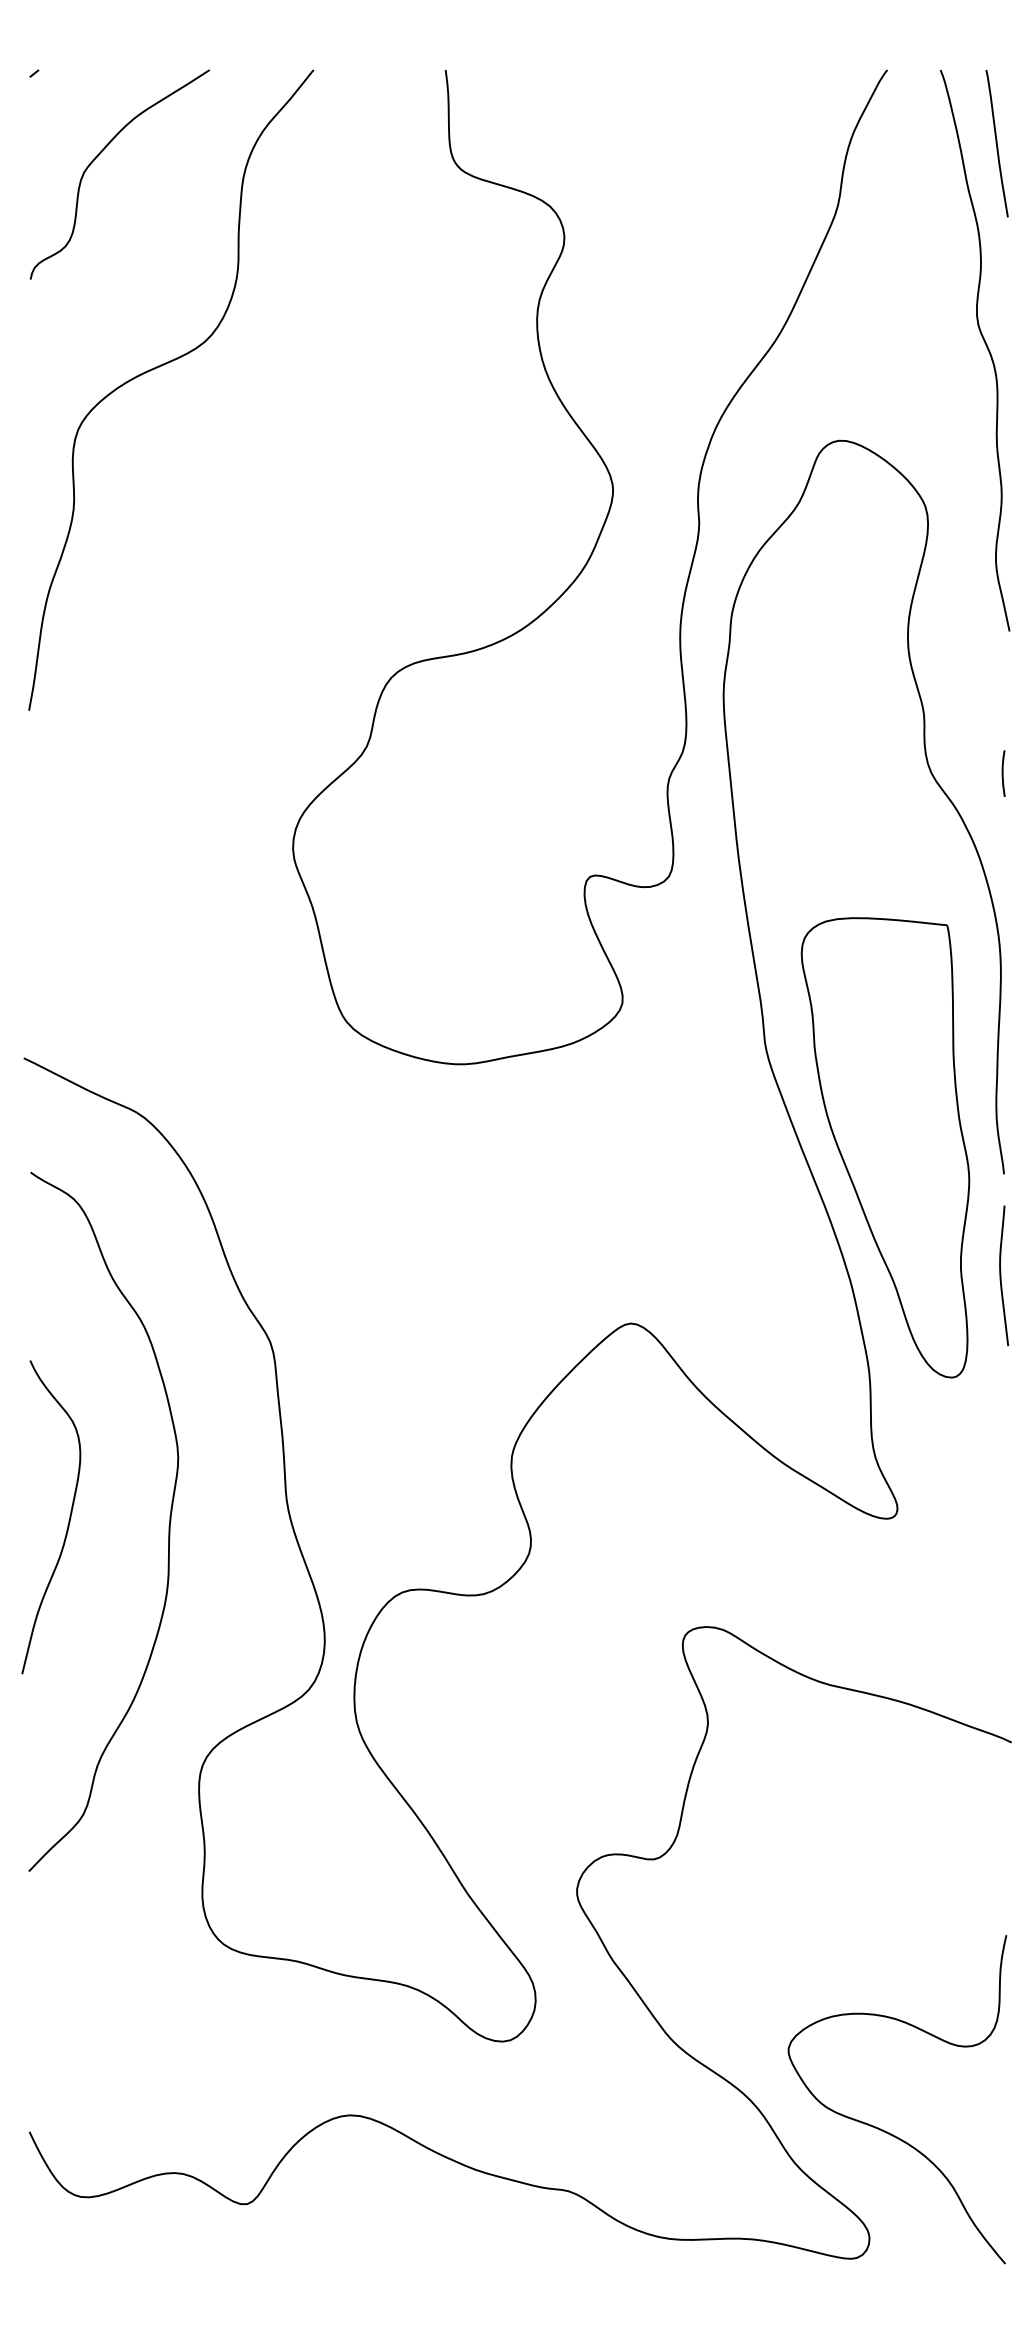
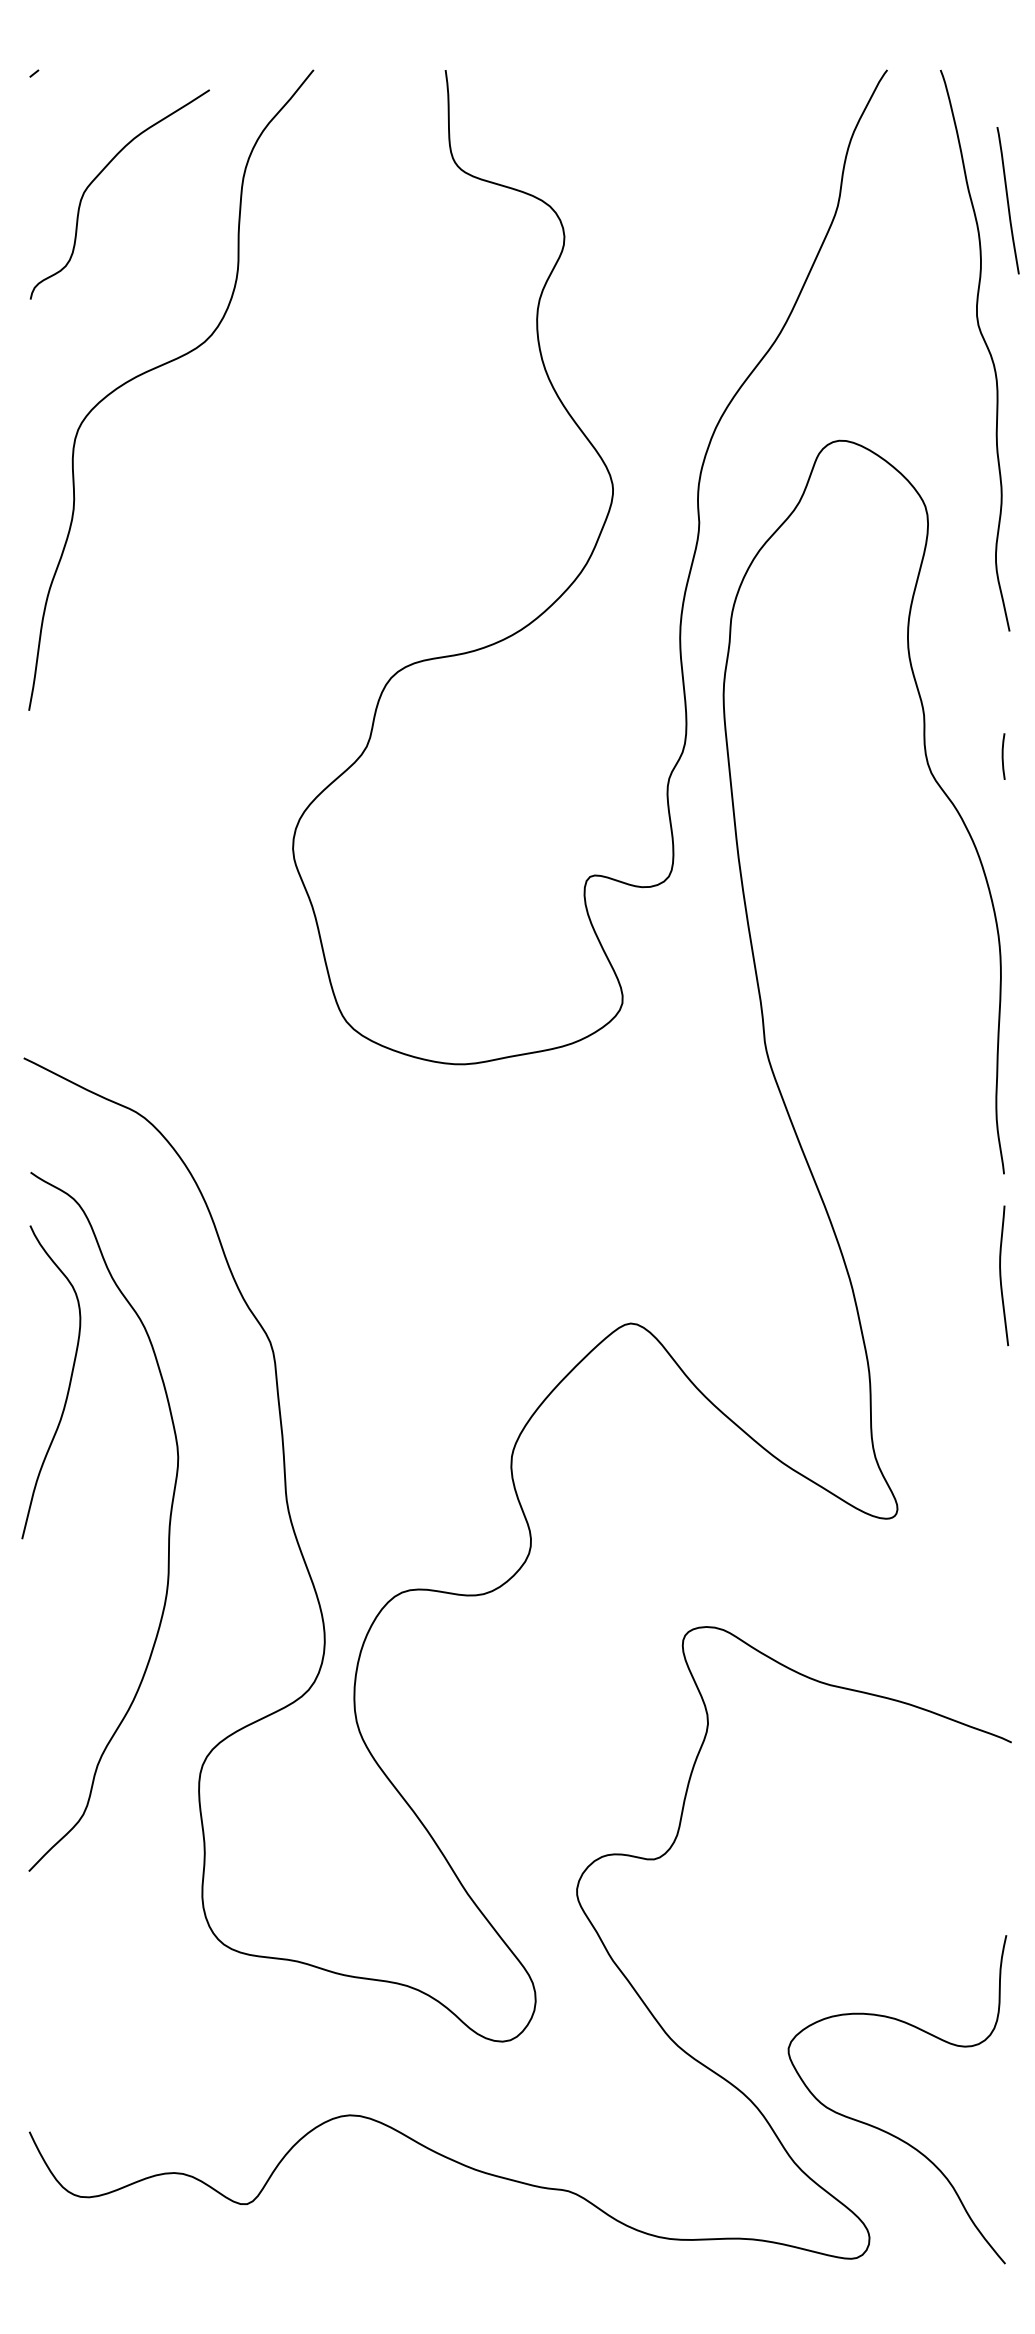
curve at (996, 143) position: (996, 143) -> (1007, 200)
curve at (100, 154) position: (100, 154) -> (100, 174)
curve at (1003, 773) position: (1003, 773) -> (1003, 756)
part at (885, 1147): present -> none
curve at (68, 1520) position: (68, 1520) -> (68, 1385)
